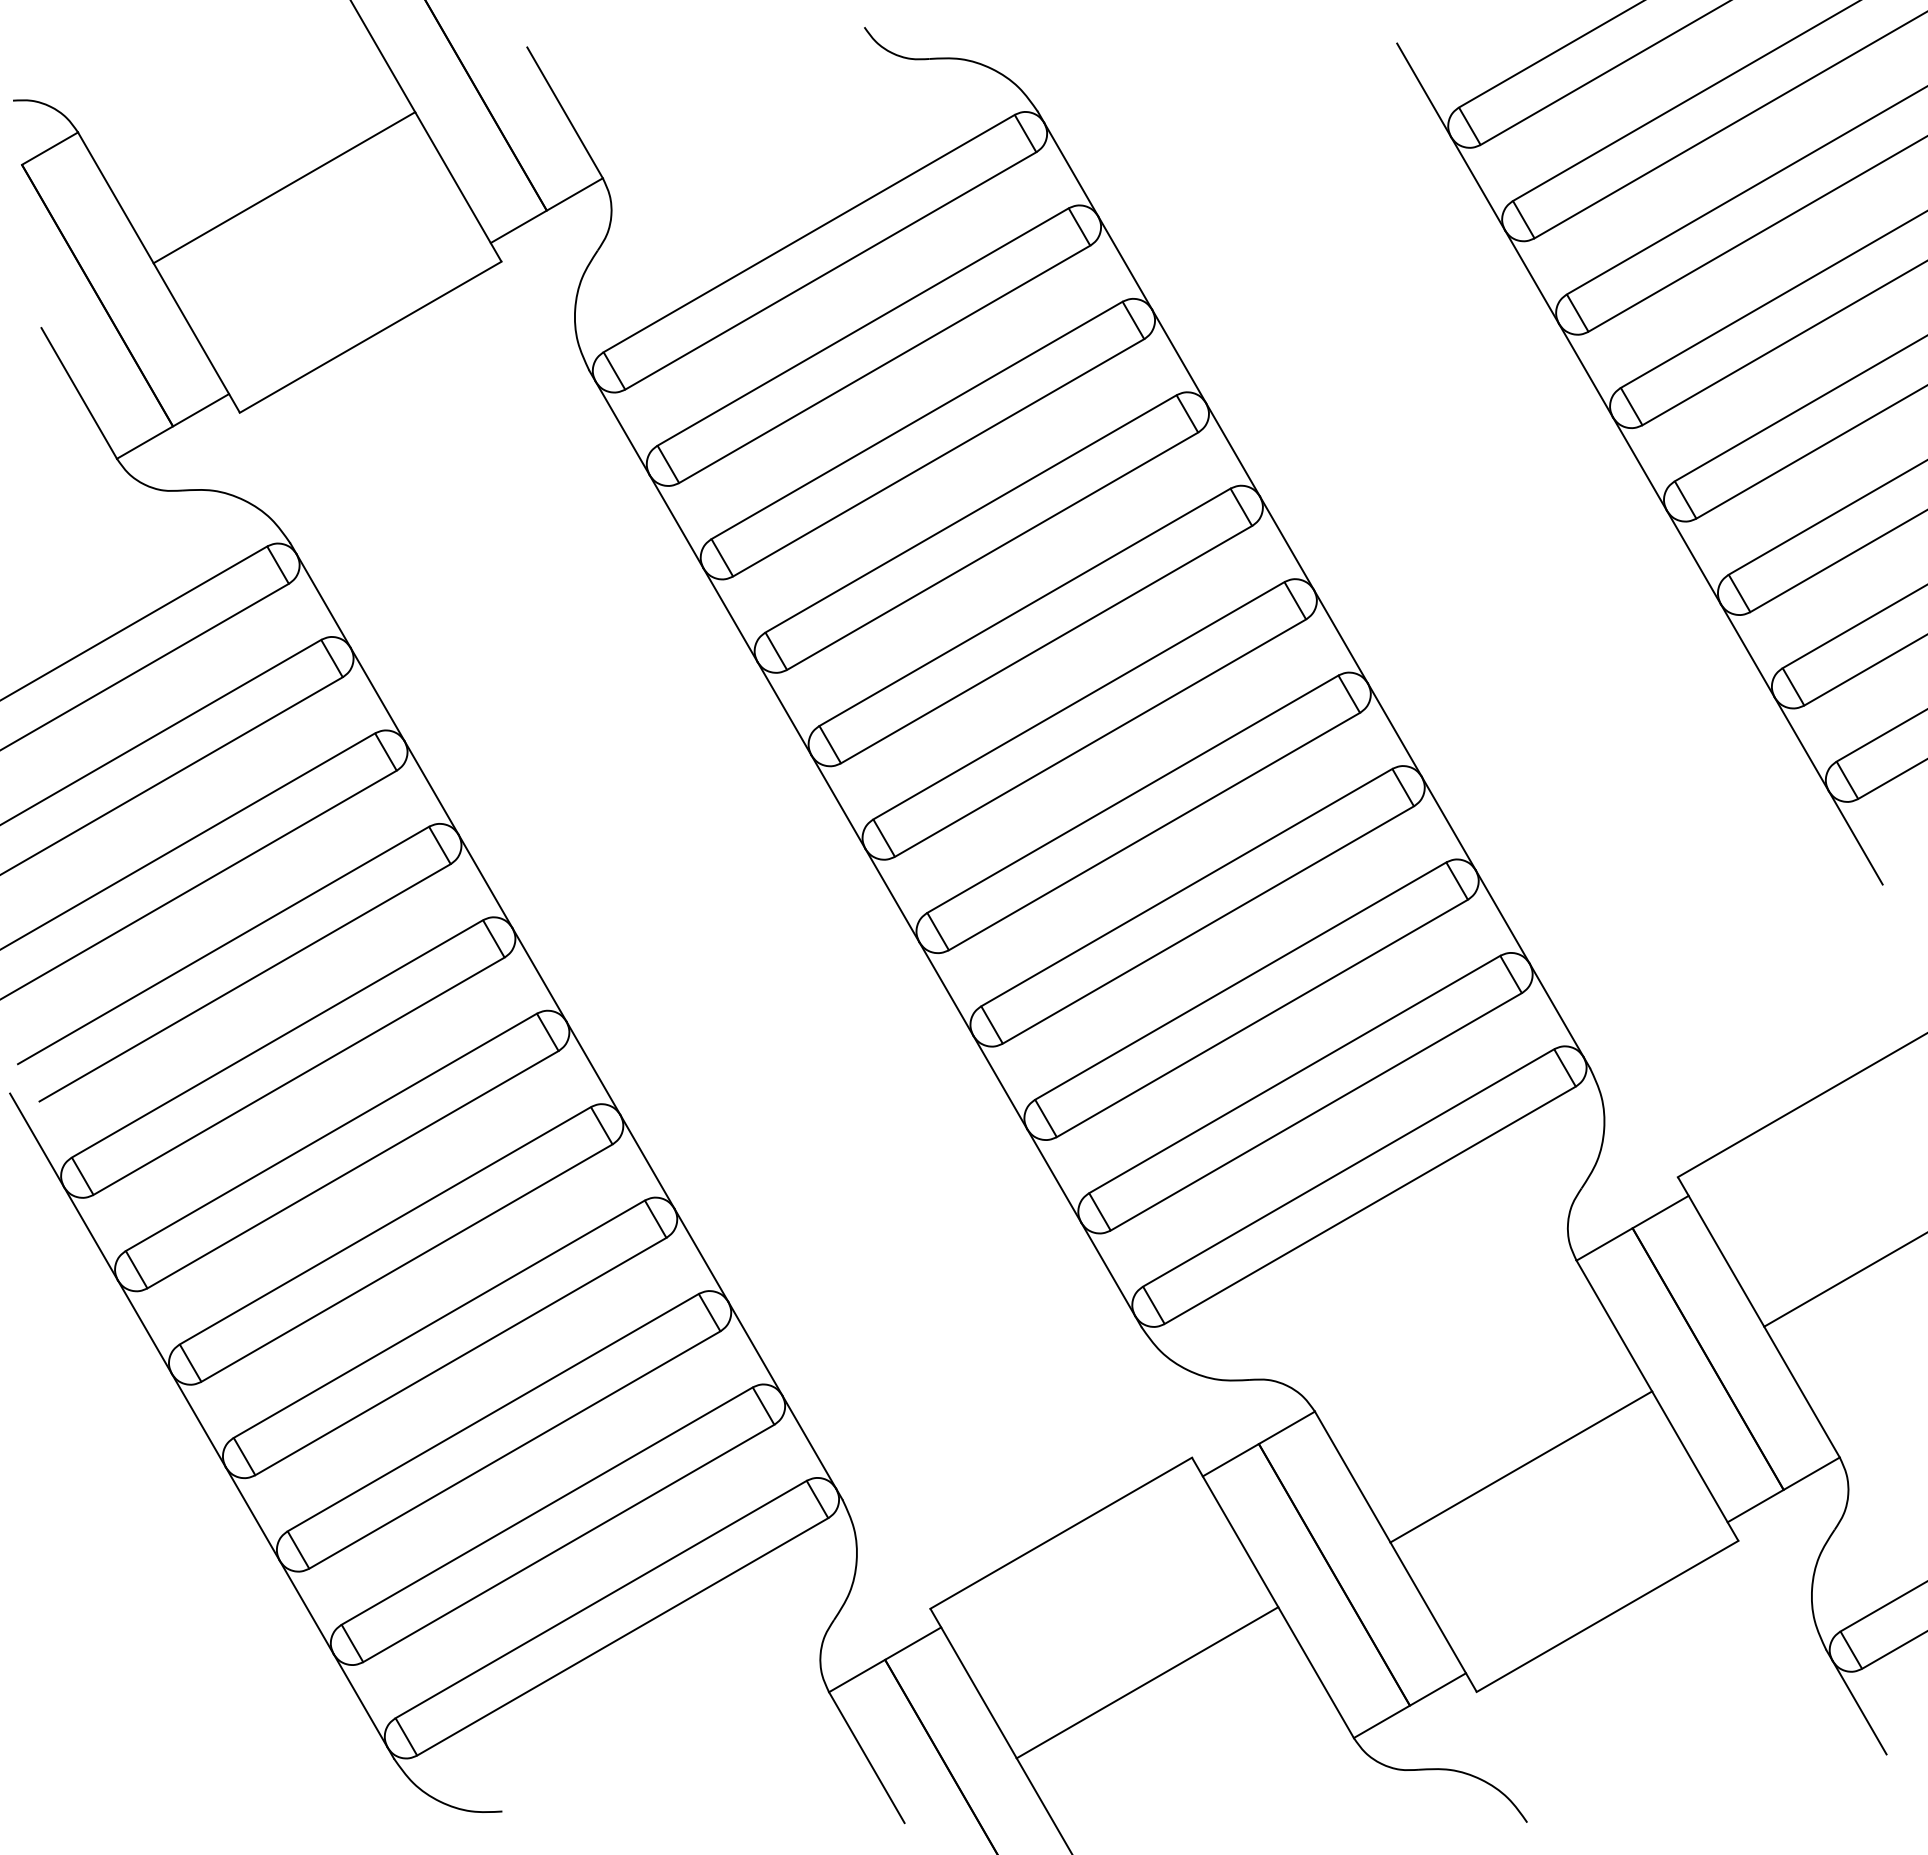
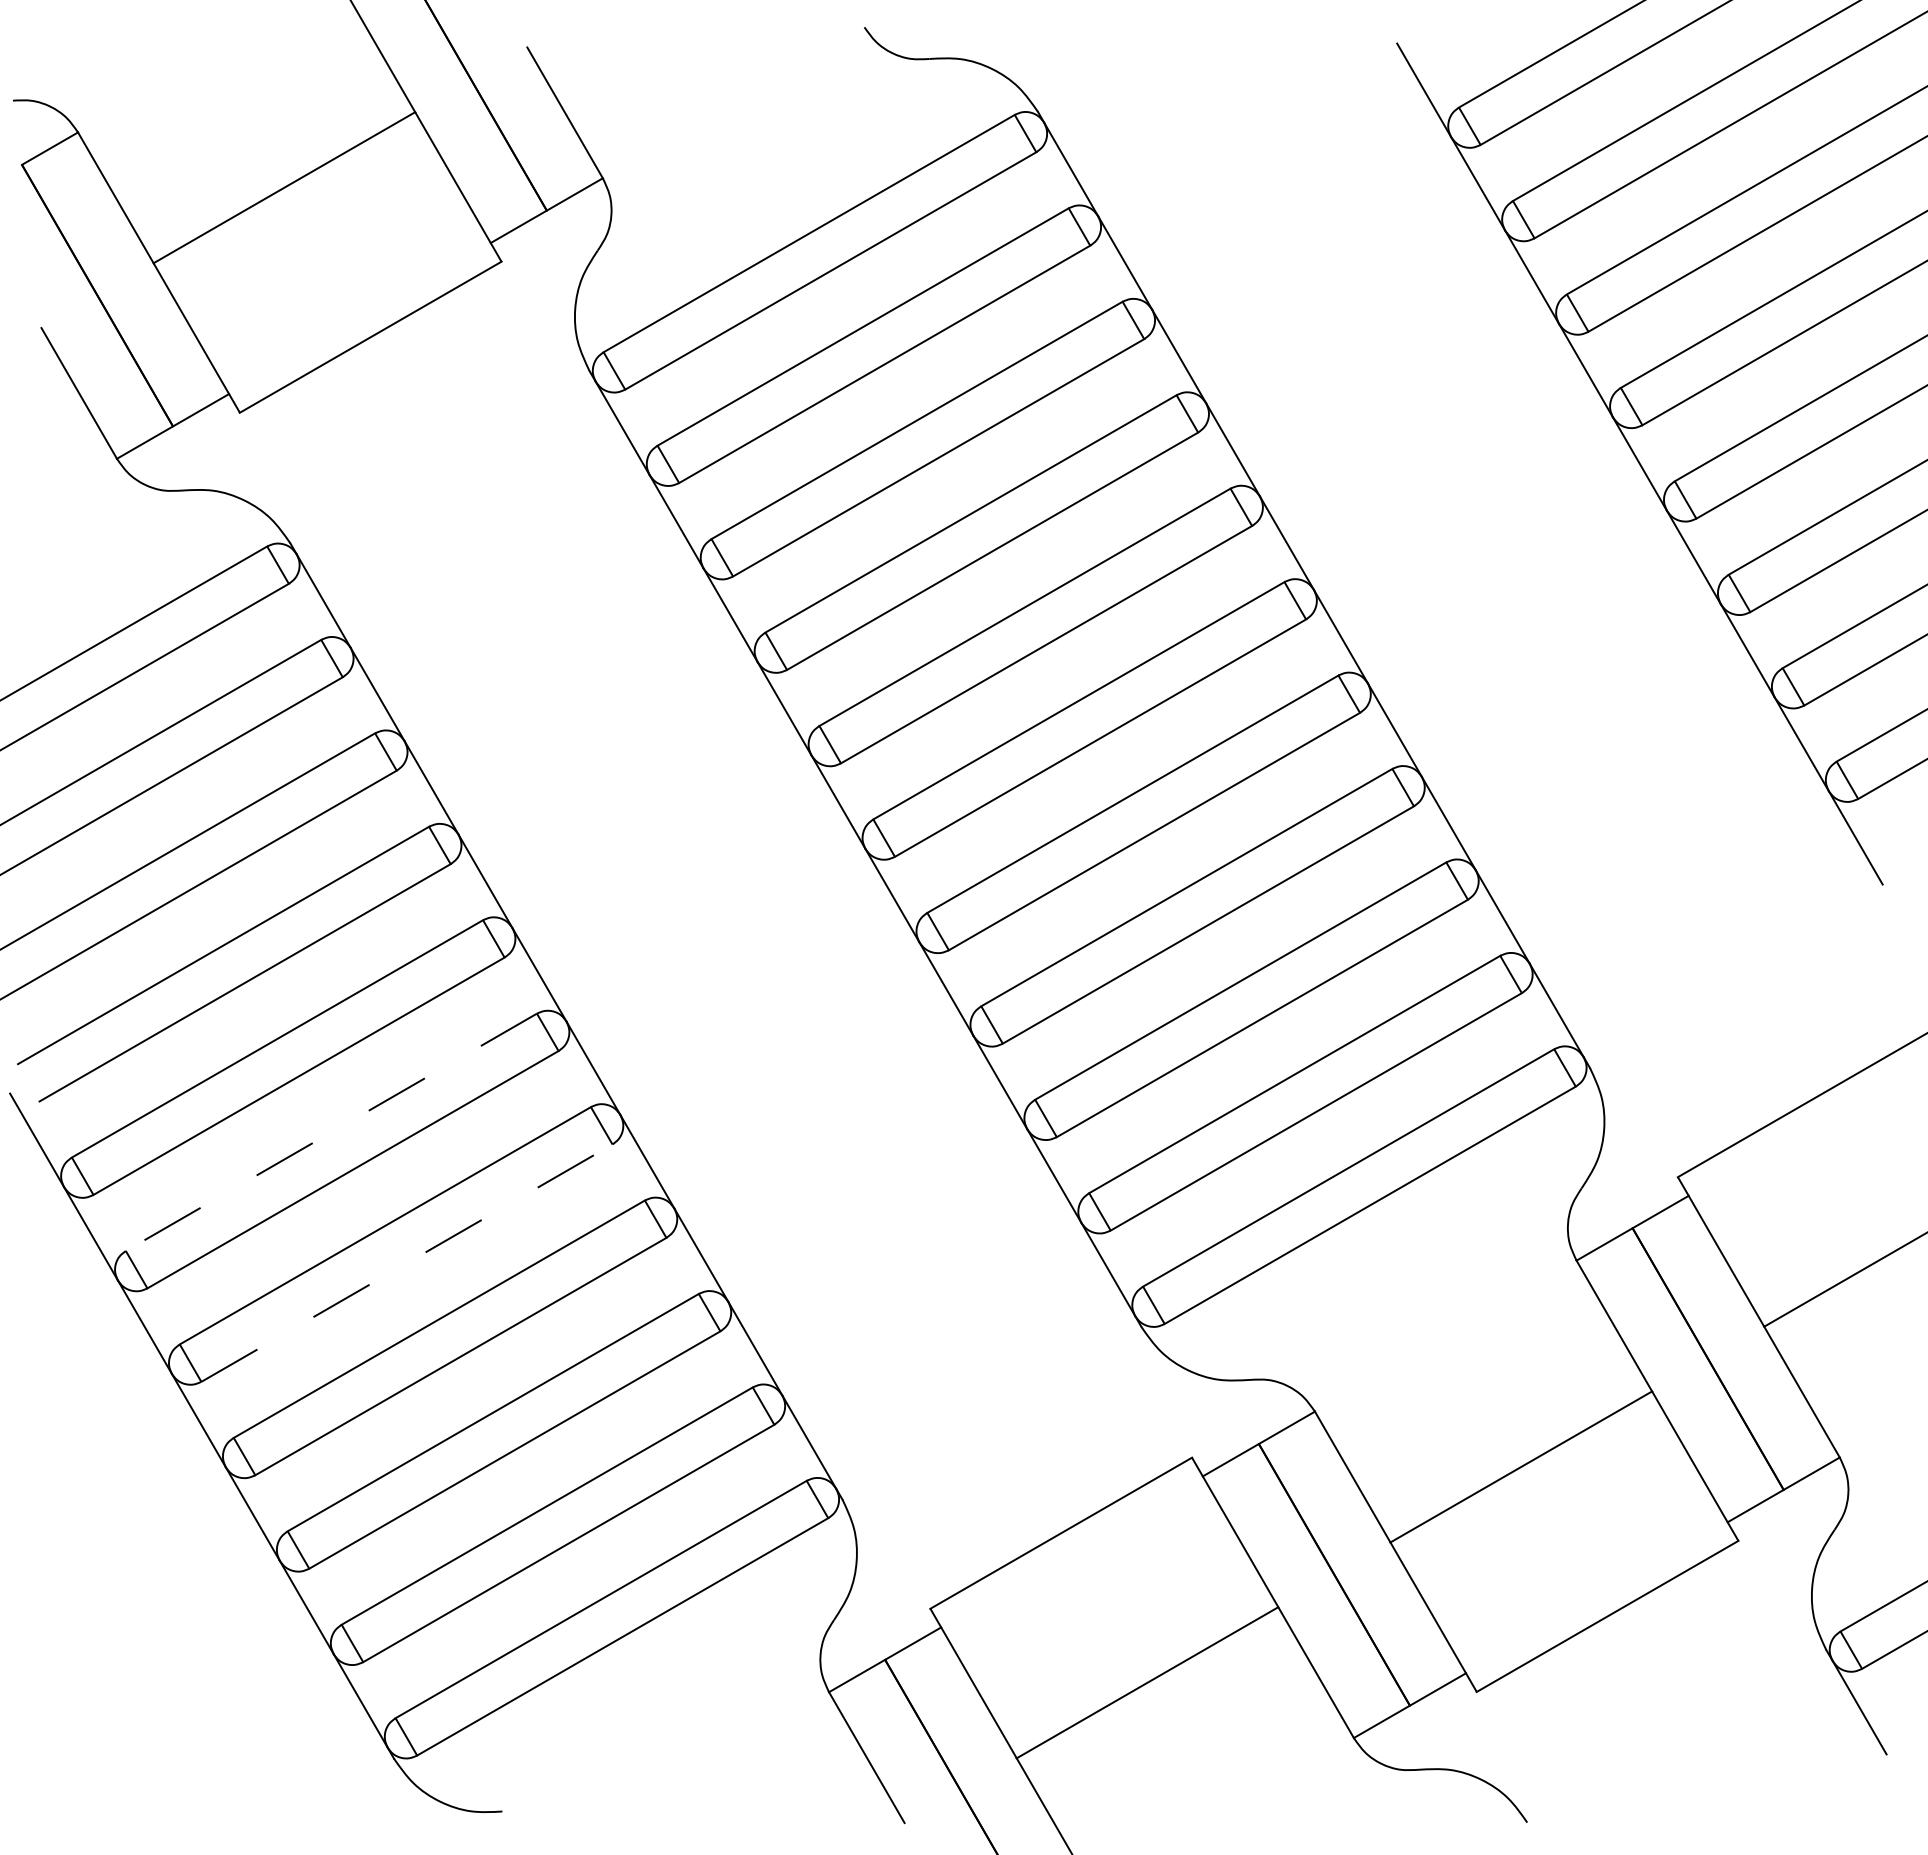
line at (330, 1132): solid -> dashed
line at (407, 1262): solid -> dashed
